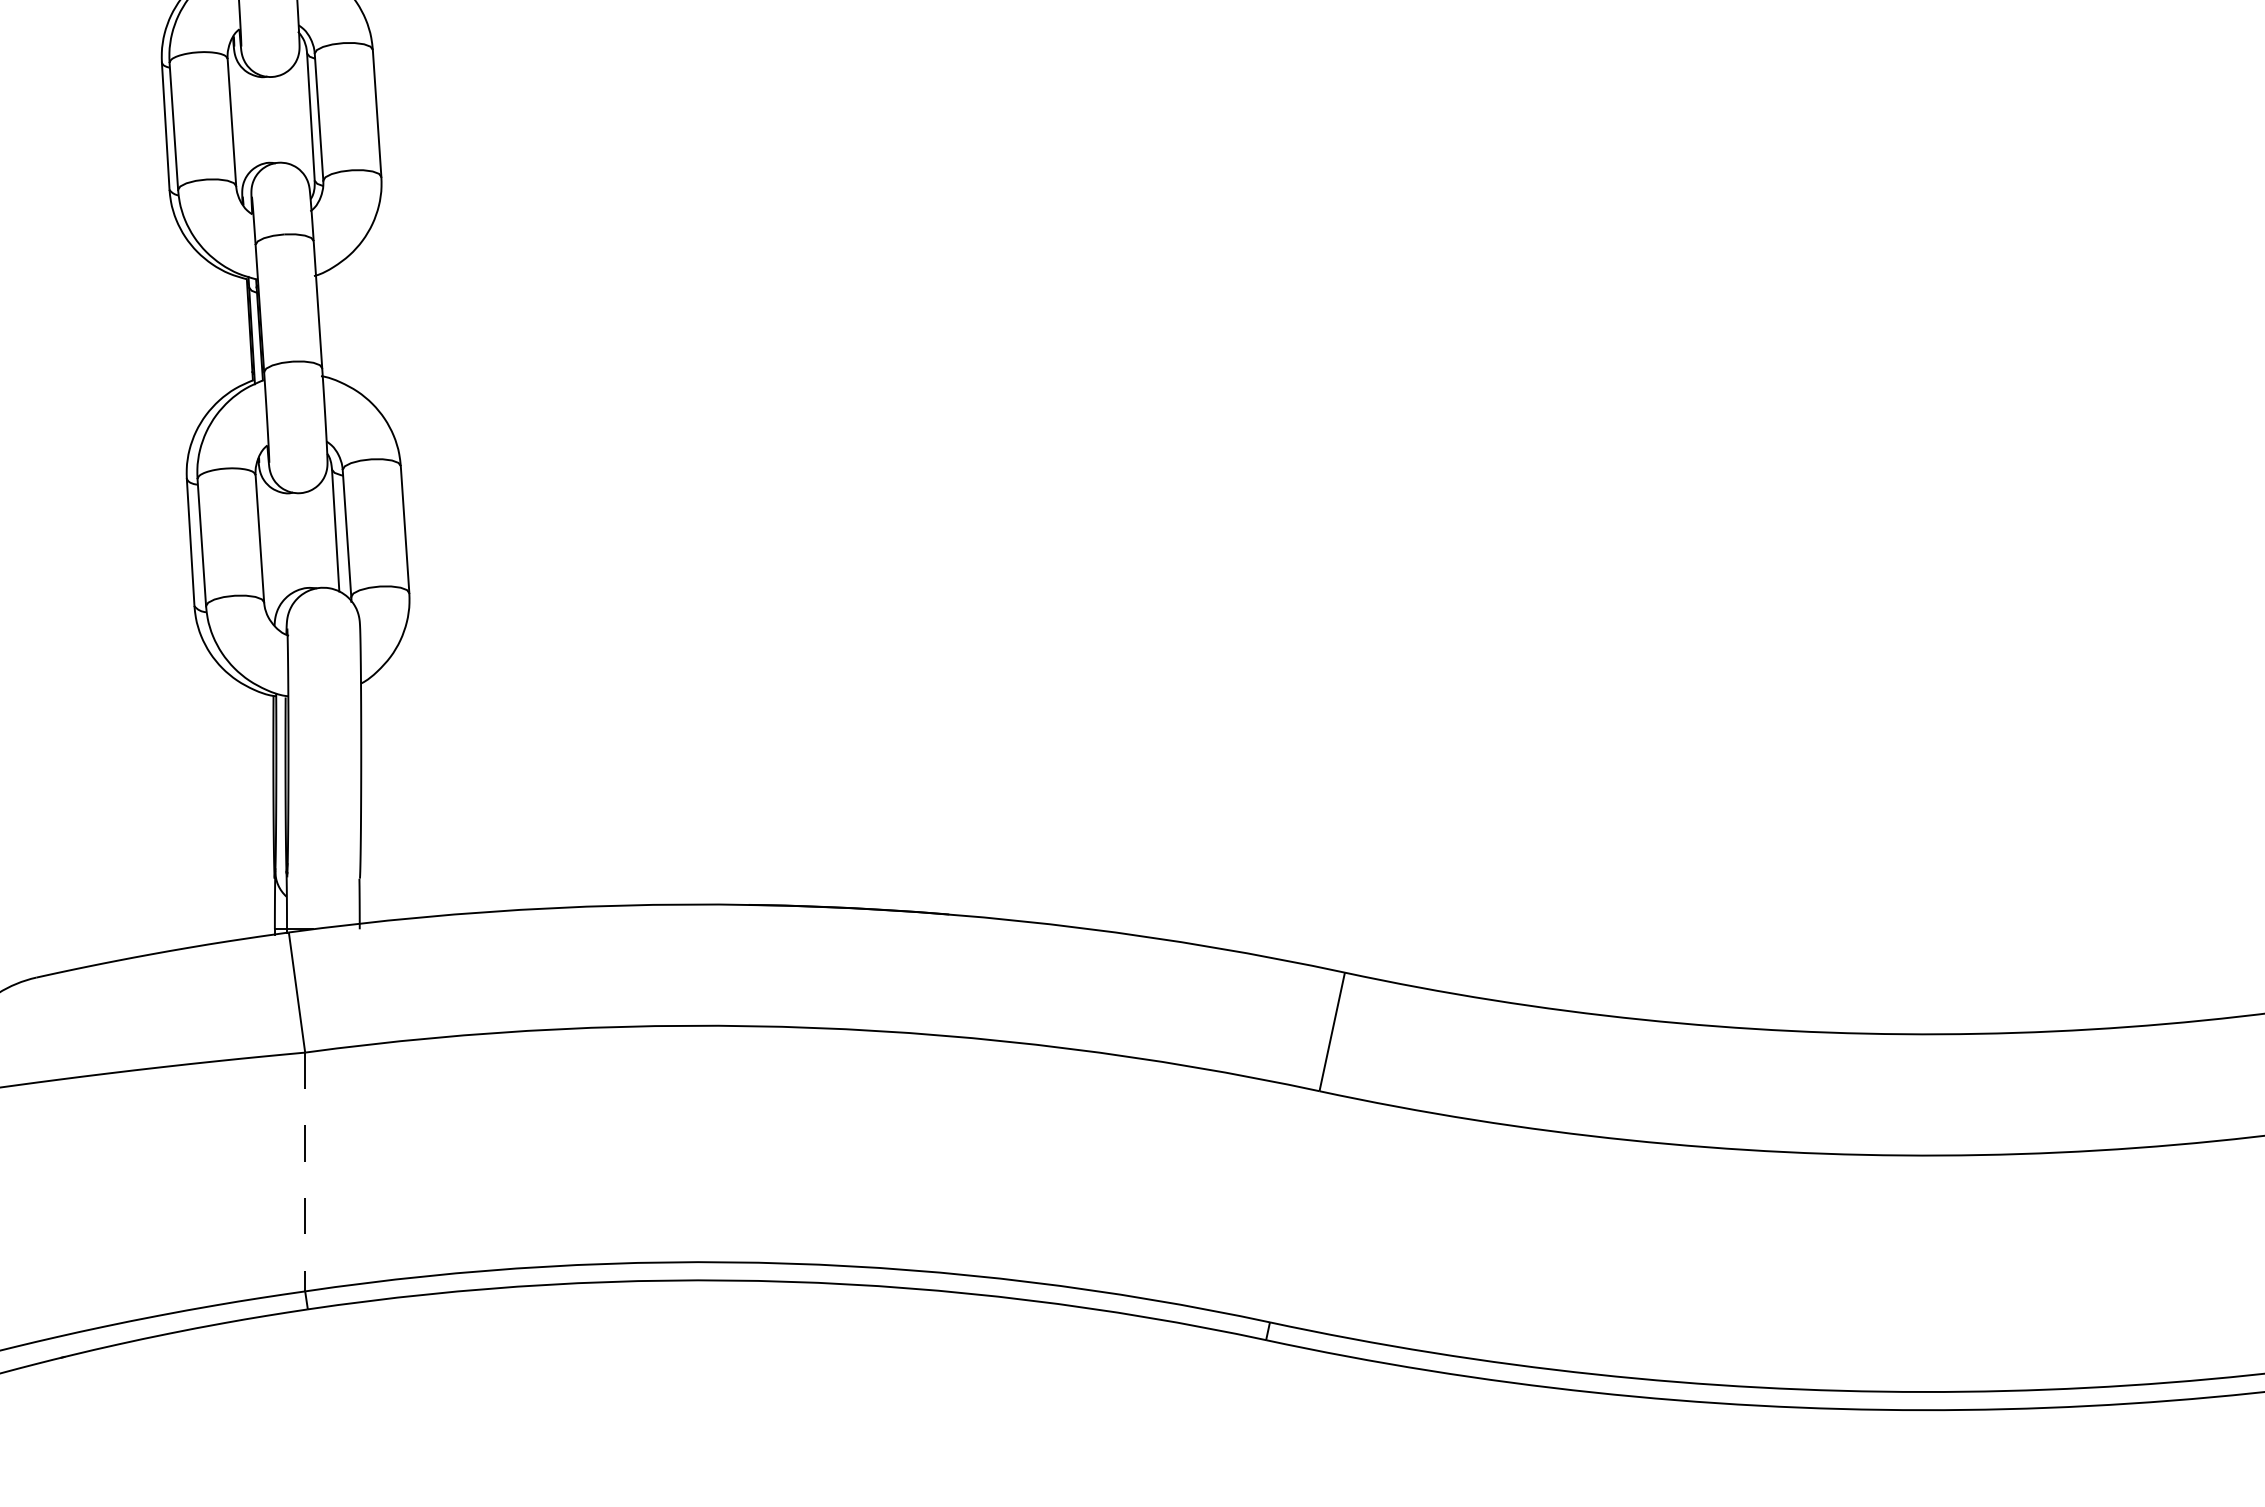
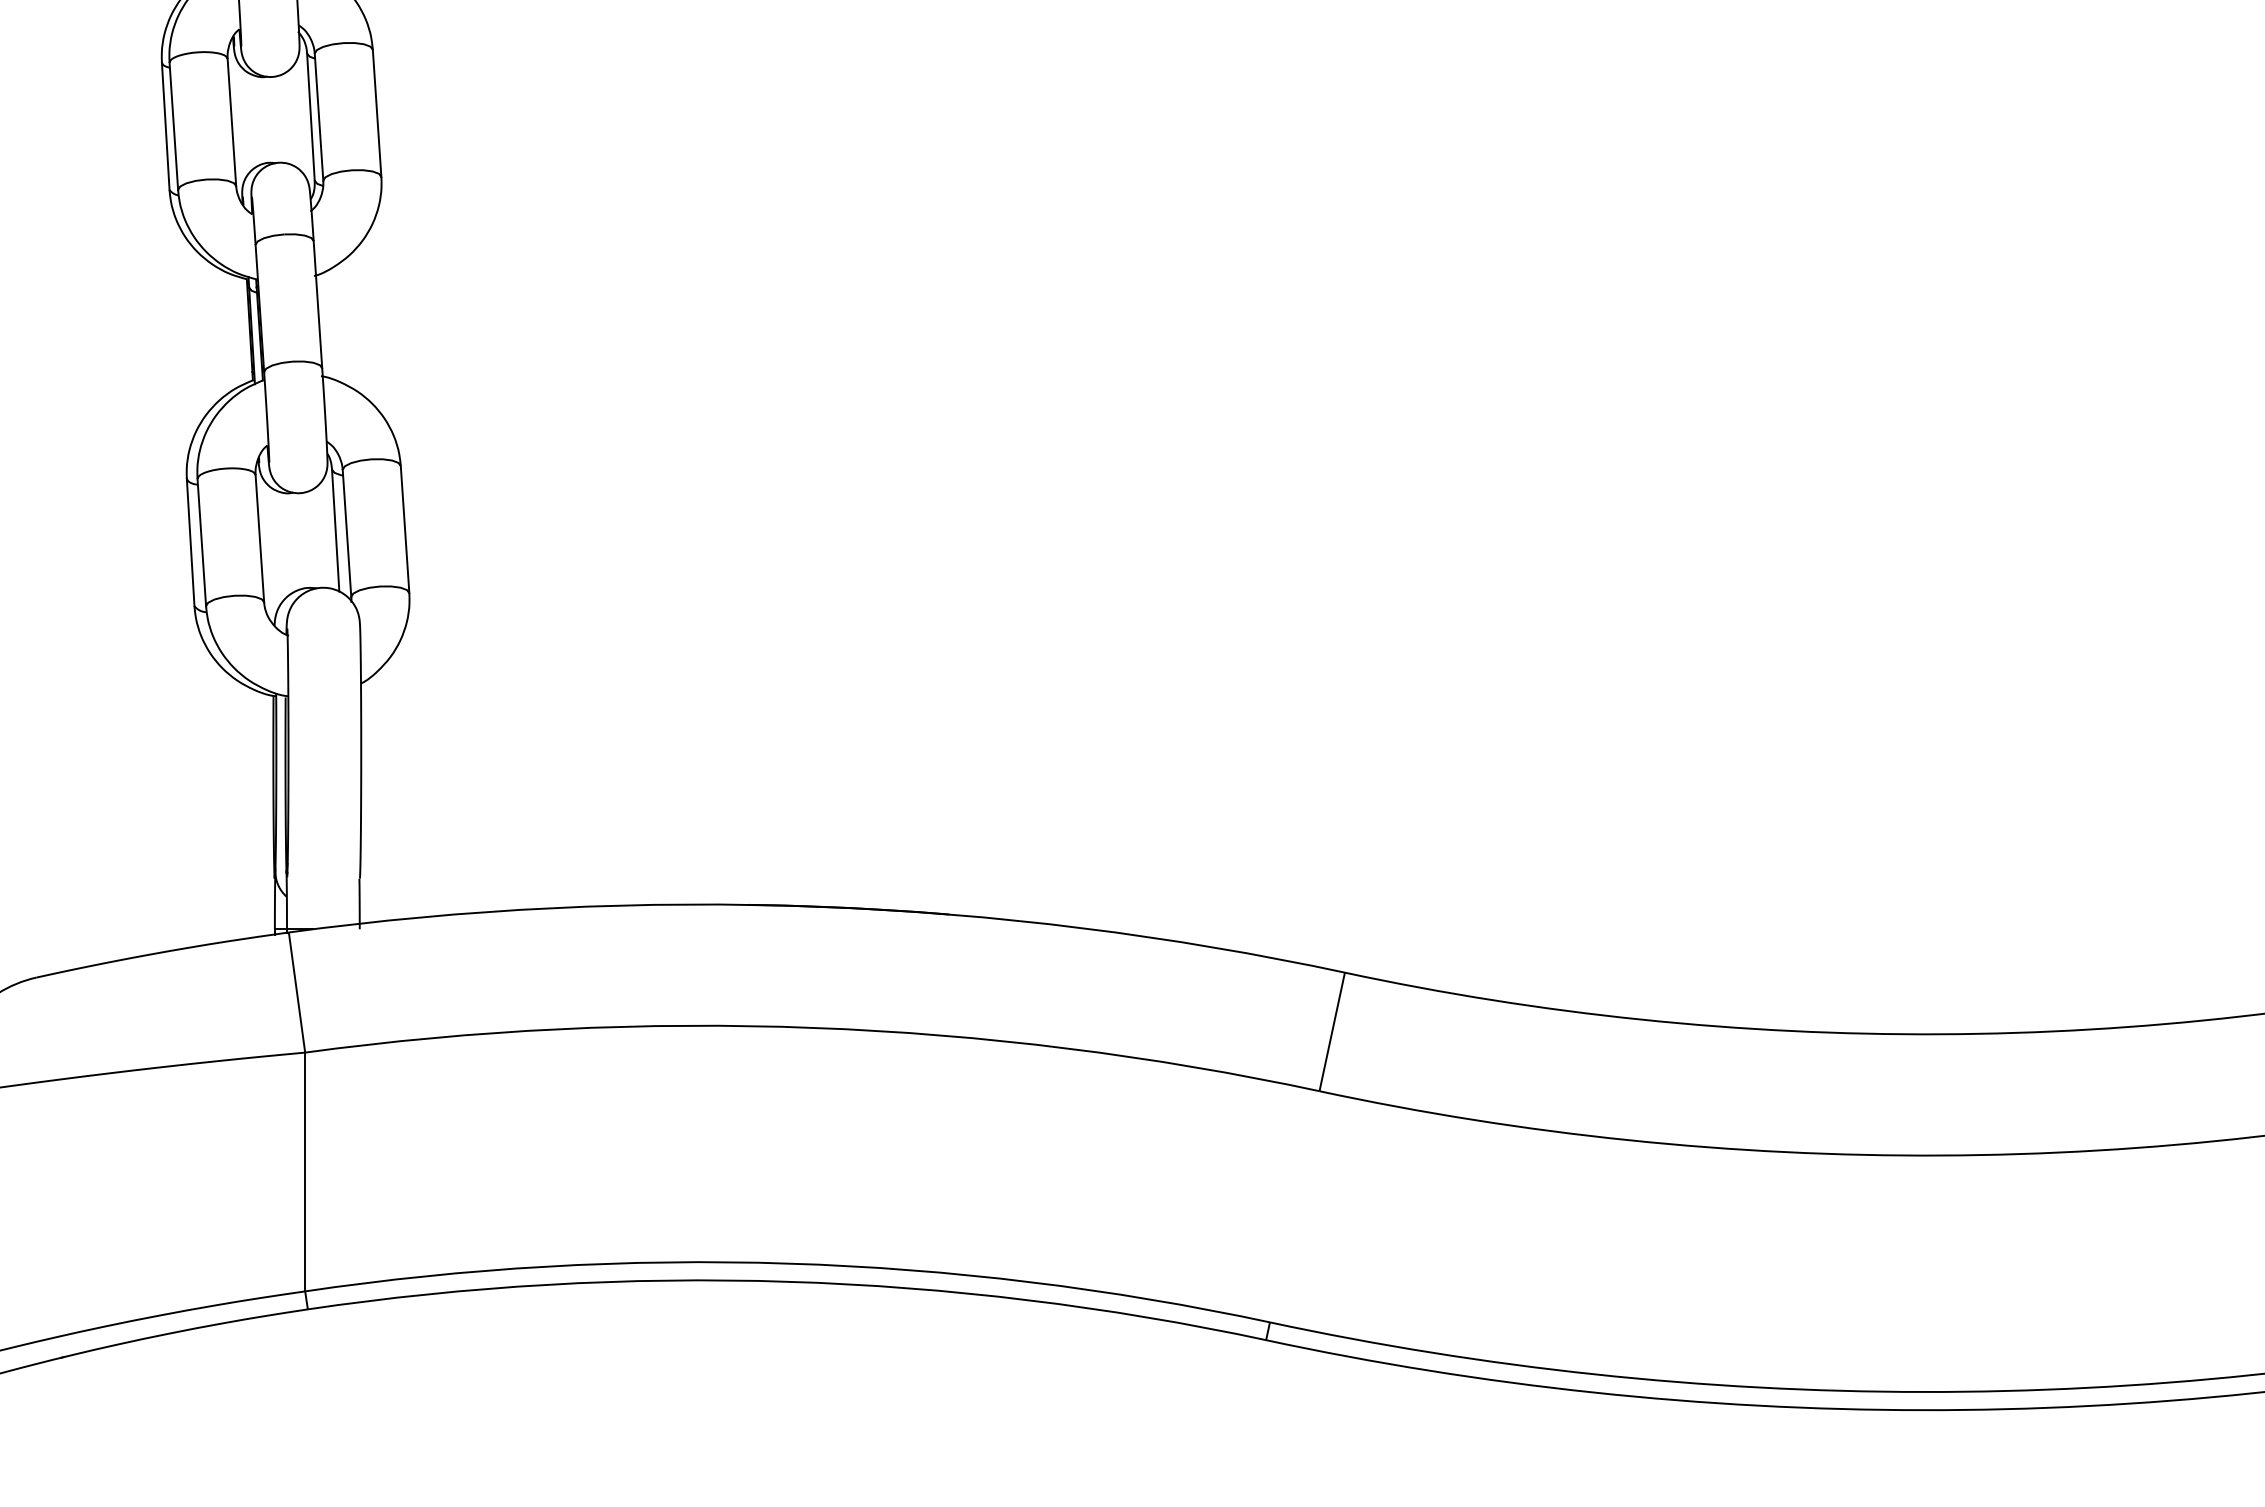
line at (305, 1172): dashed -> solid
